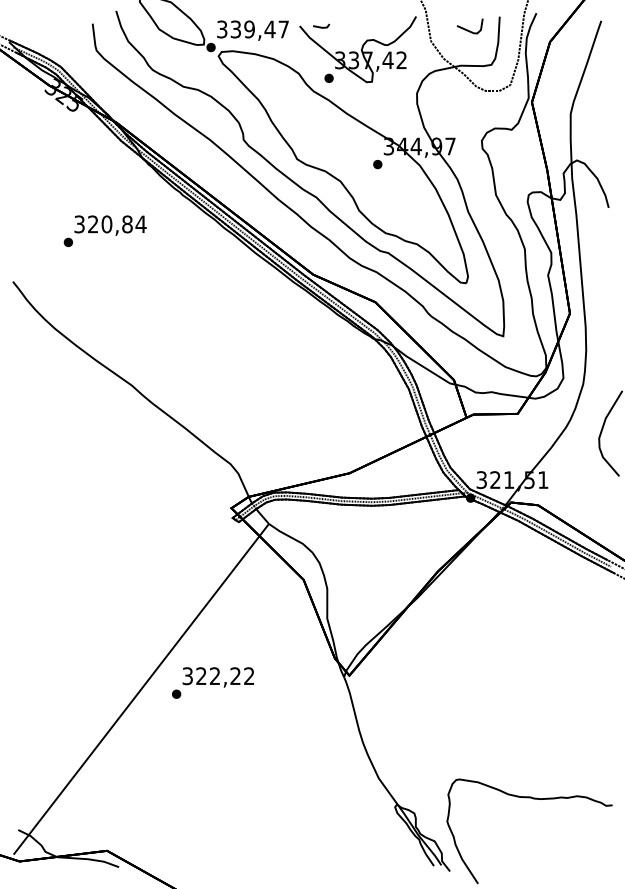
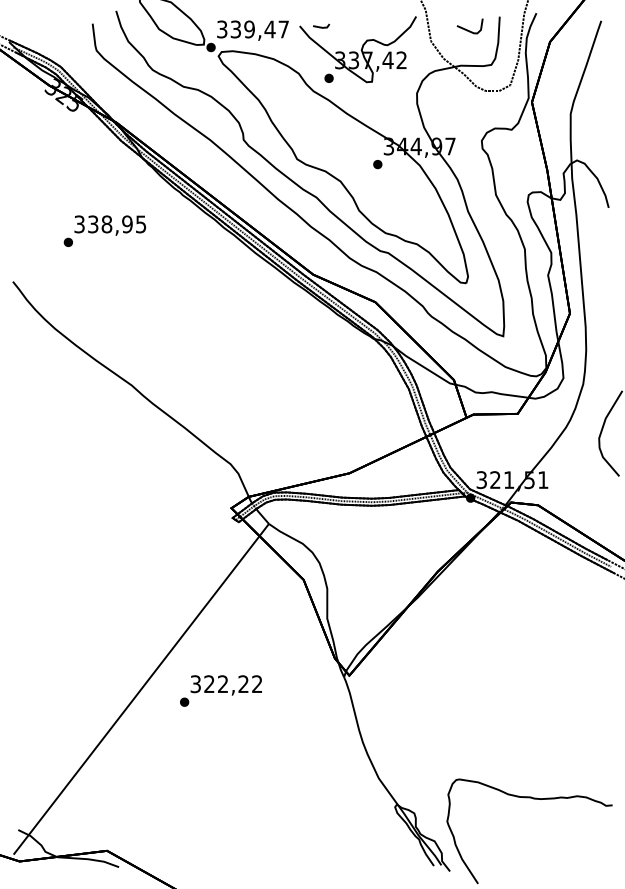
text at (117, 224): 320,84 -> 338,95
text at (212, 682) position: (212, 682) -> (220, 690)
